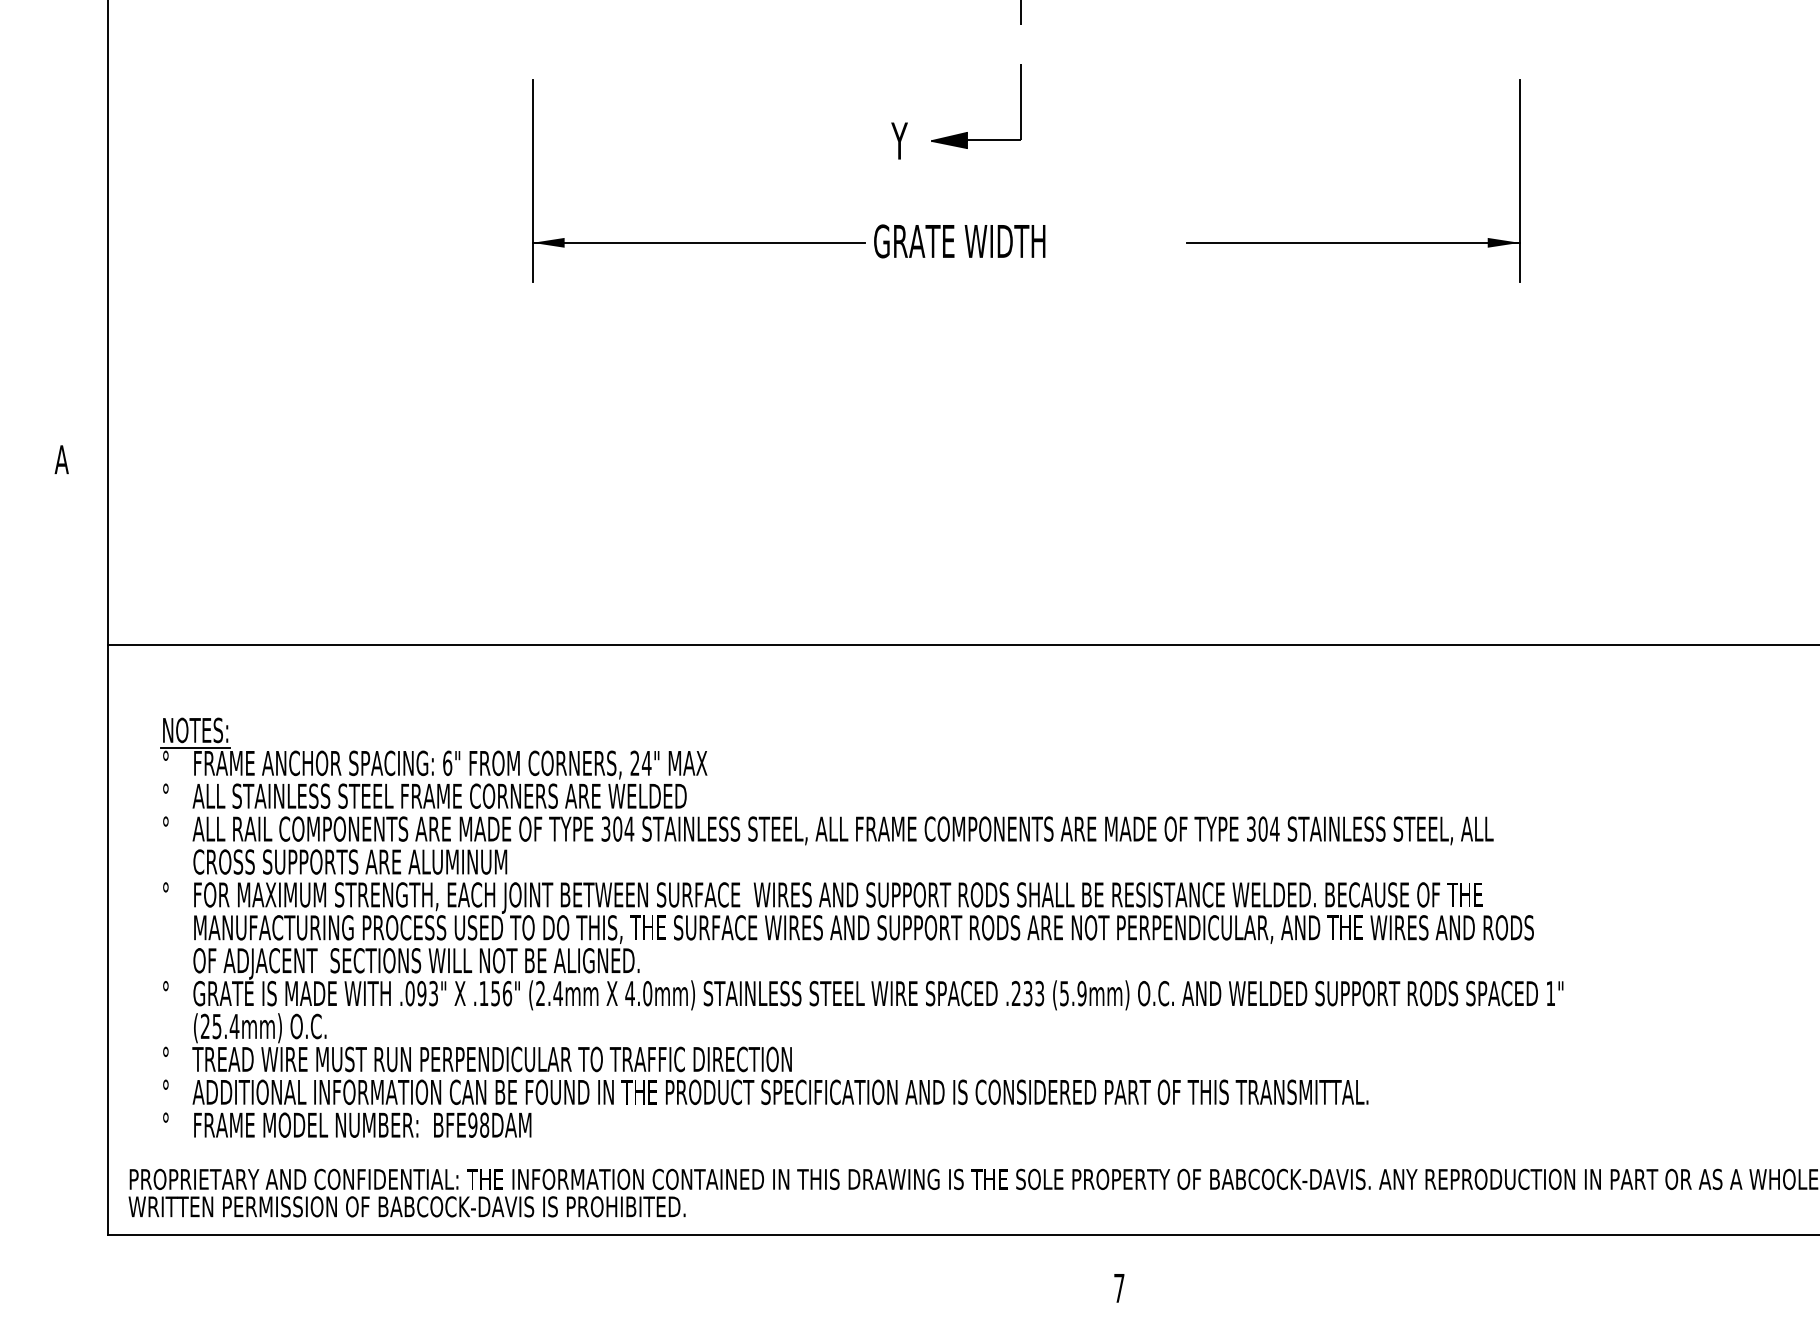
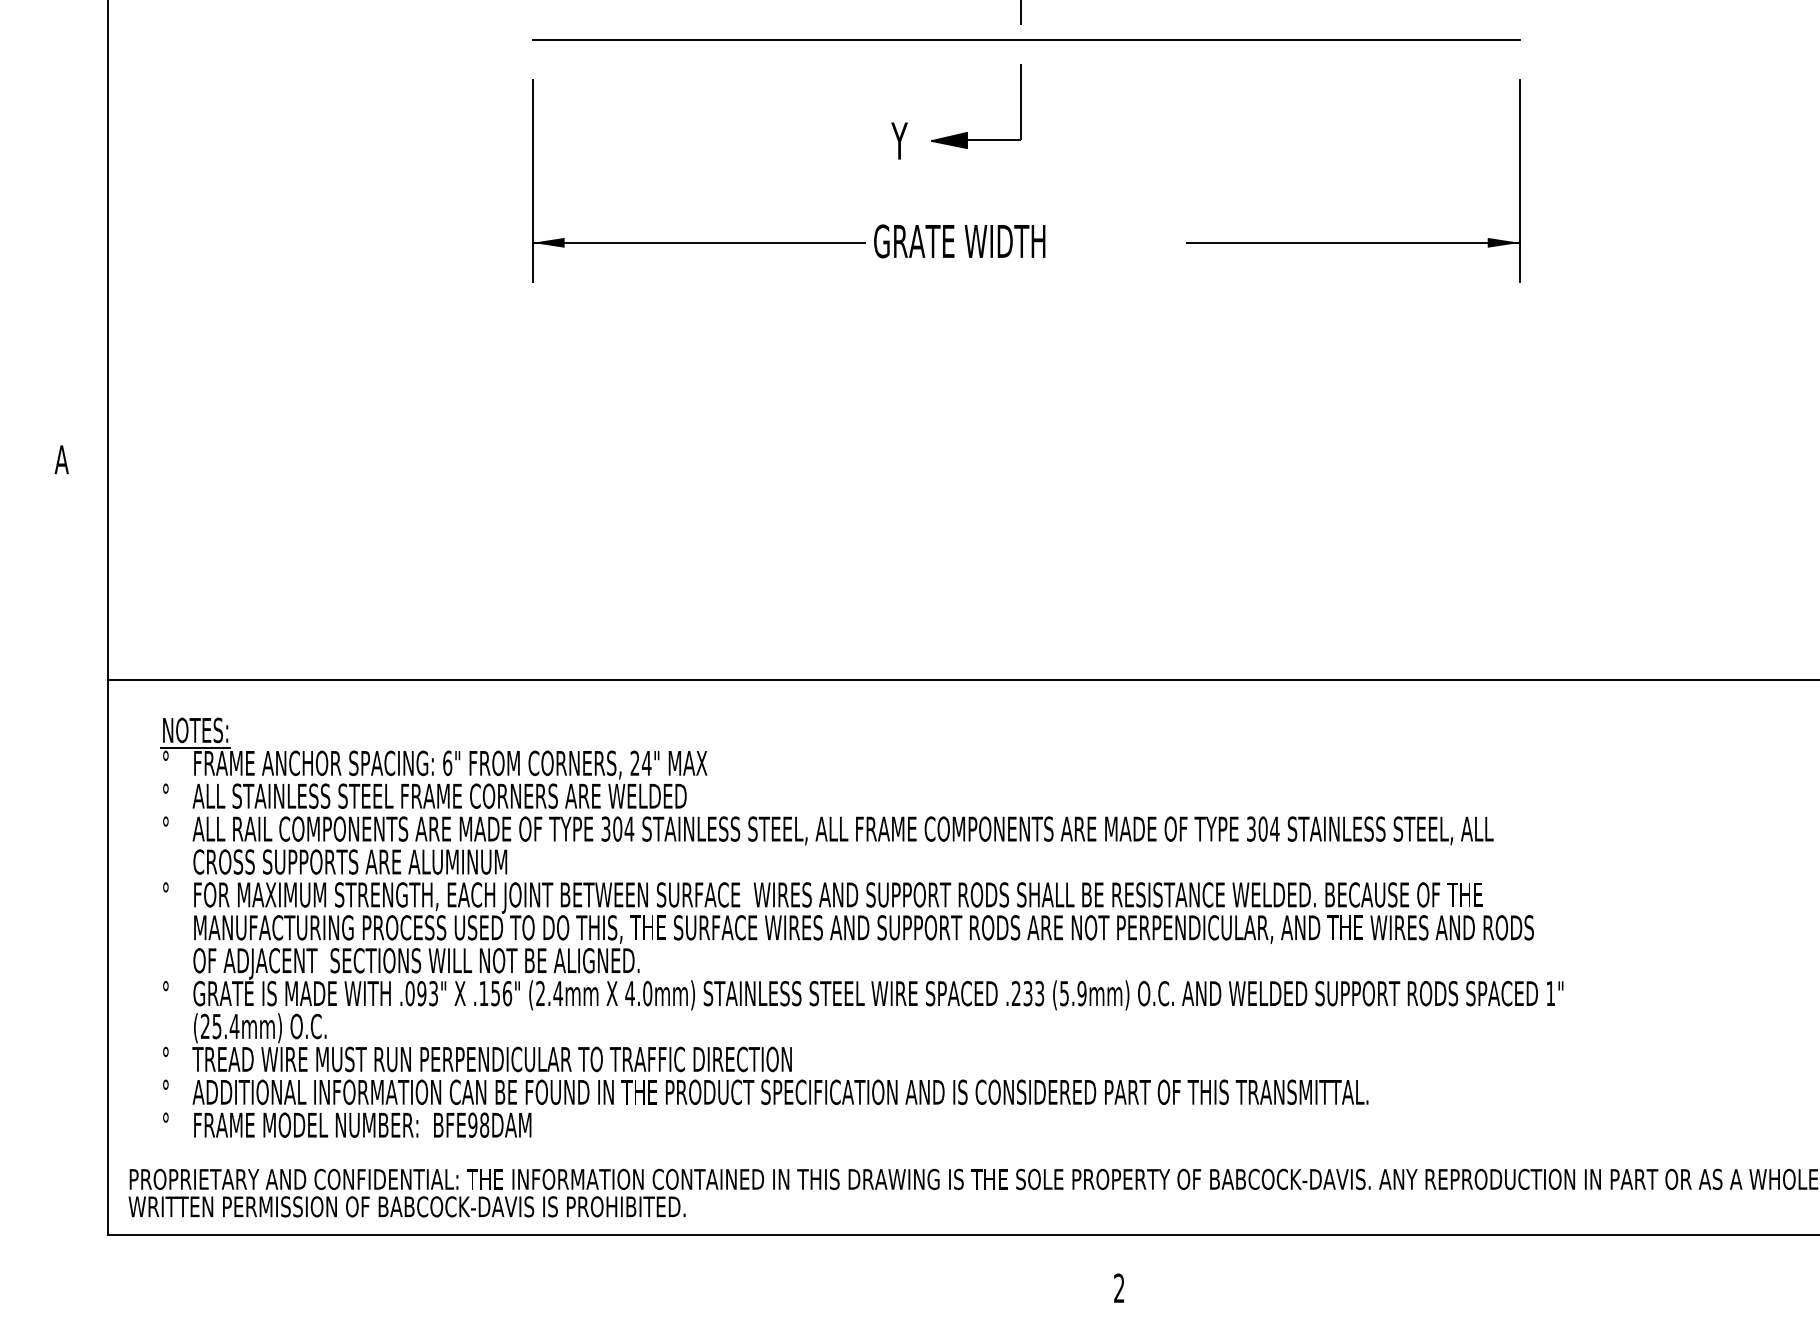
line at (1025, 40): none -> present
line at (961, 645) position: (961, 645) -> (961, 680)
text at (1119, 1287): 7 -> 2
